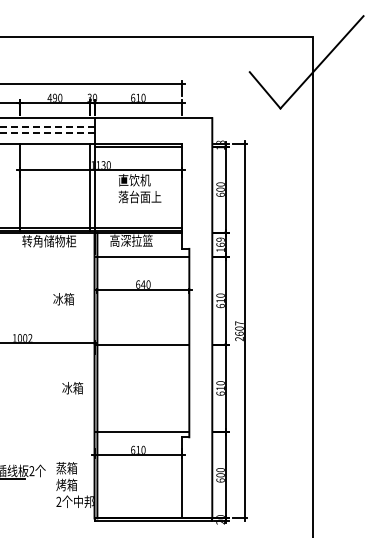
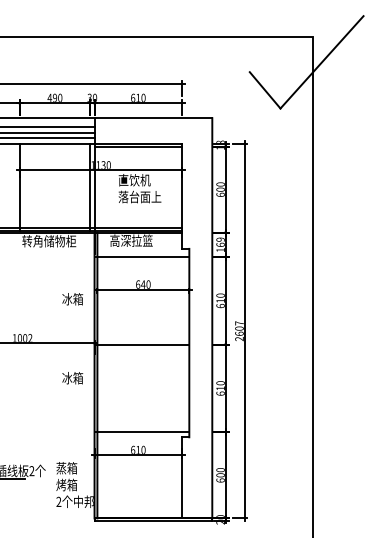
line at (47, 126): dashed -> solid
line at (47, 132): dashed -> solid
line at (48, 138): none -> present
text at (63, 299) position: (63, 299) -> (72, 299)
text at (72, 388) position: (72, 388) -> (72, 378)
